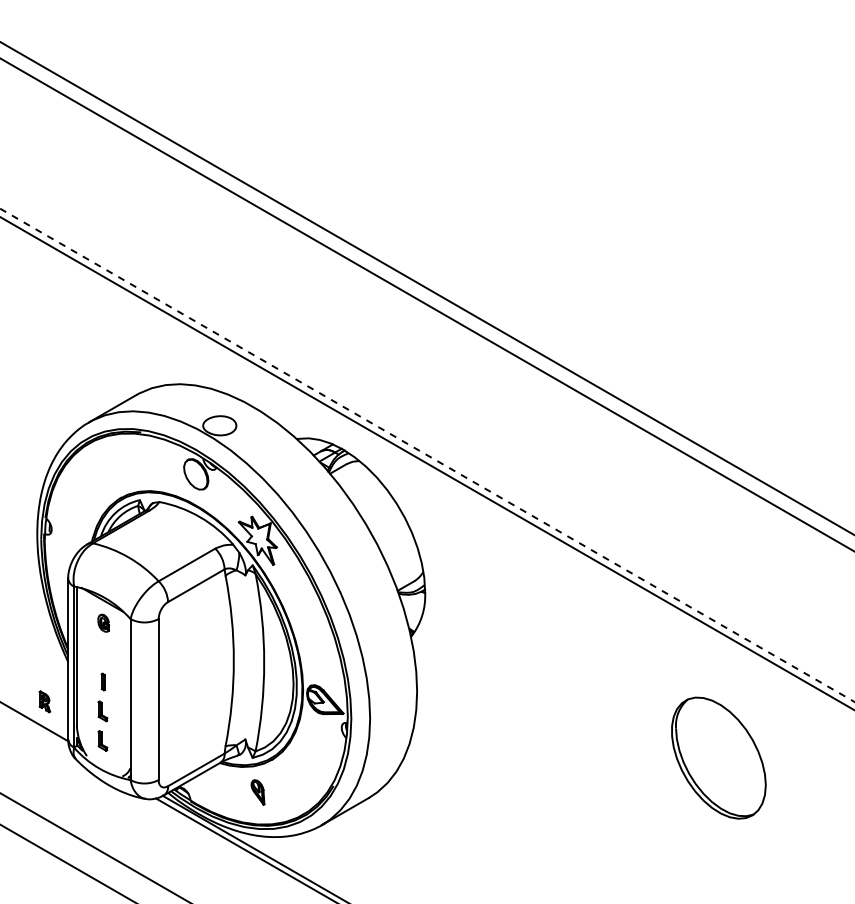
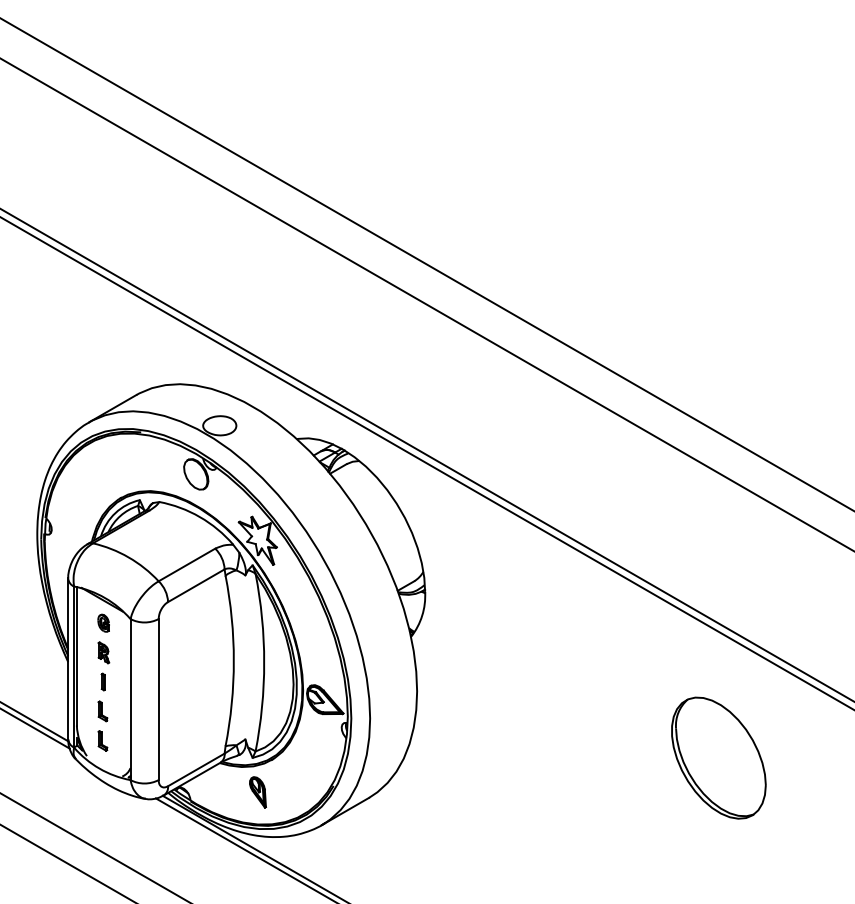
line at (426, 288) position: (426, 288) -> (426, 264)
line at (427, 455): dashed -> solid
part at (44, 701) position: (44, 701) -> (103, 652)
line at (35, 728): none -> present
part at (257, 792) size: 16x27 px -> 18x33 px
